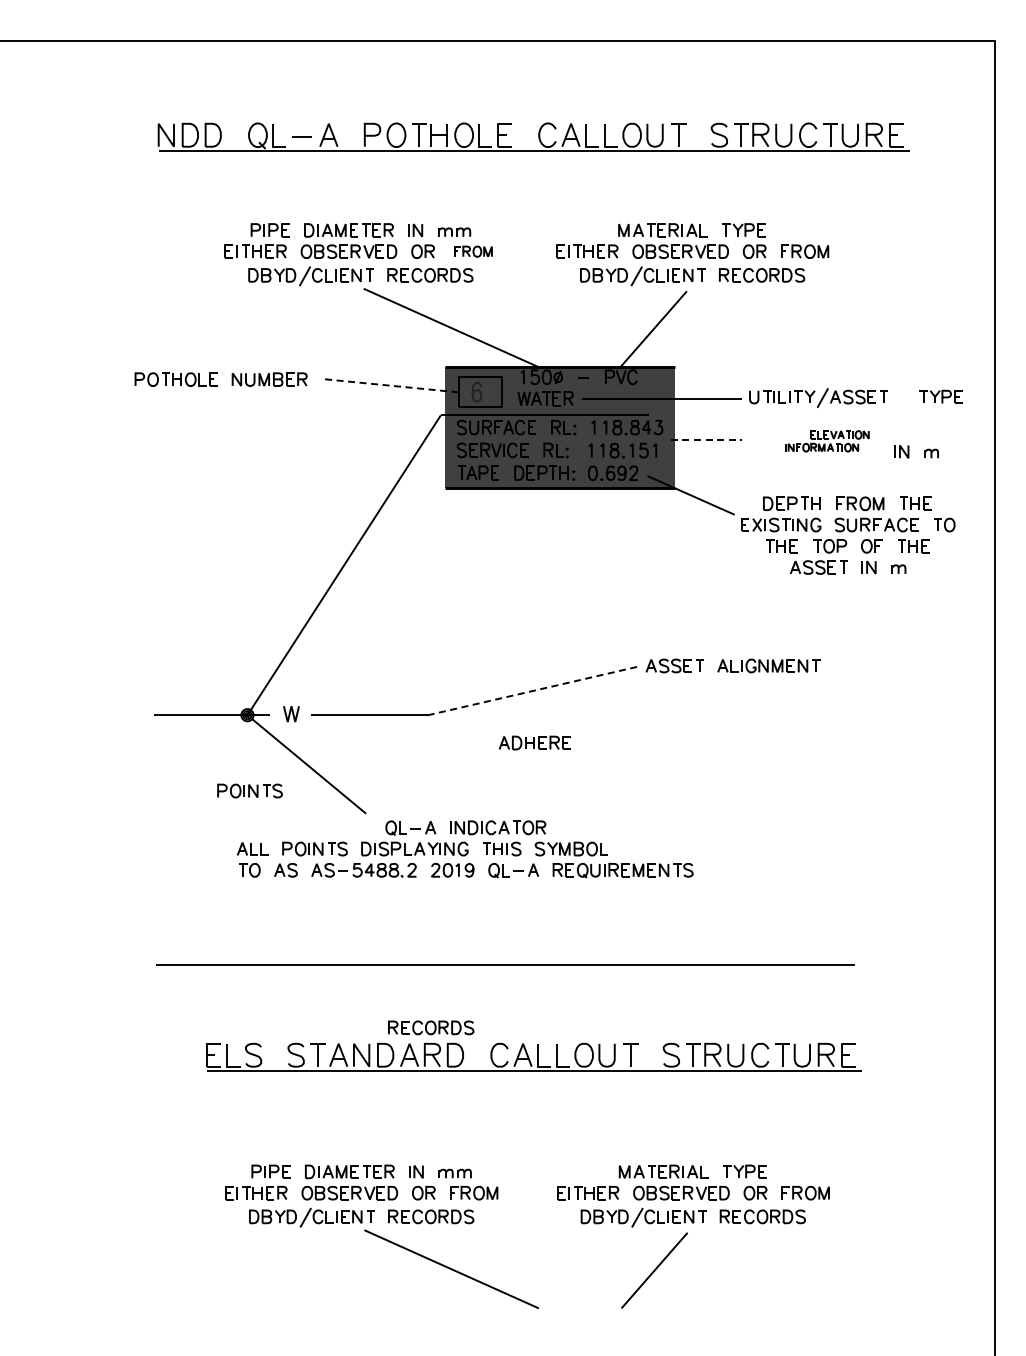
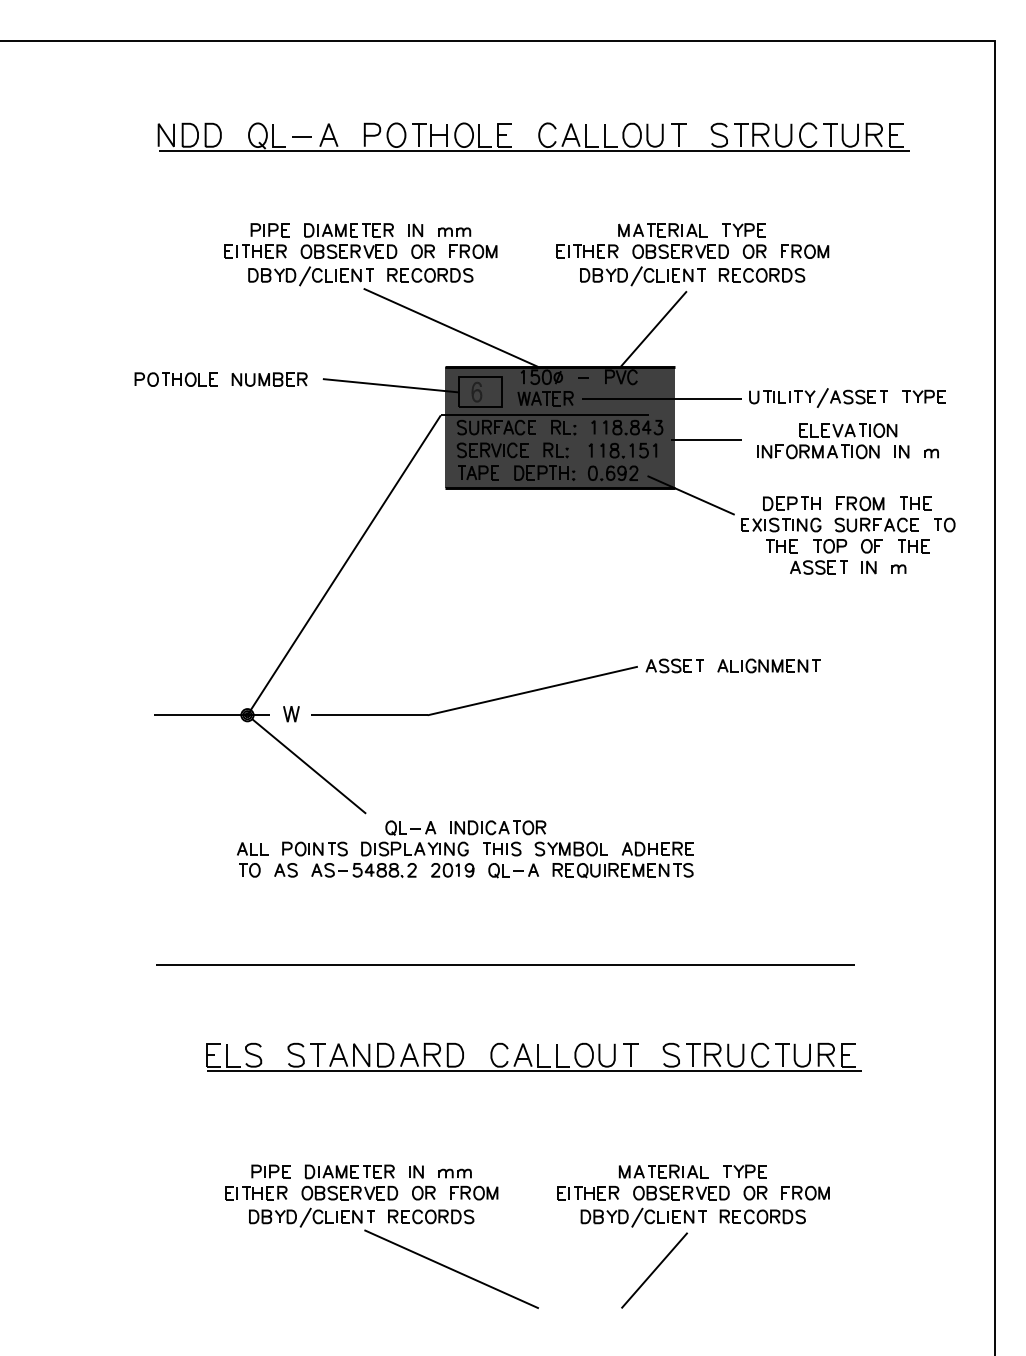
part at (473, 251) size: 39x13 px -> 49x15 px
line at (390, 385): dashed -> solid
part at (940, 396) position: (940, 396) -> (923, 396)
line at (706, 440): dashed -> solid
part at (827, 441) size: 85x23 px -> 141x37 px
line at (532, 691): dashed -> solid
part at (534, 742) position: (534, 742) -> (657, 848)
part at (249, 790): present -> none
part at (431, 1027): present -> none
